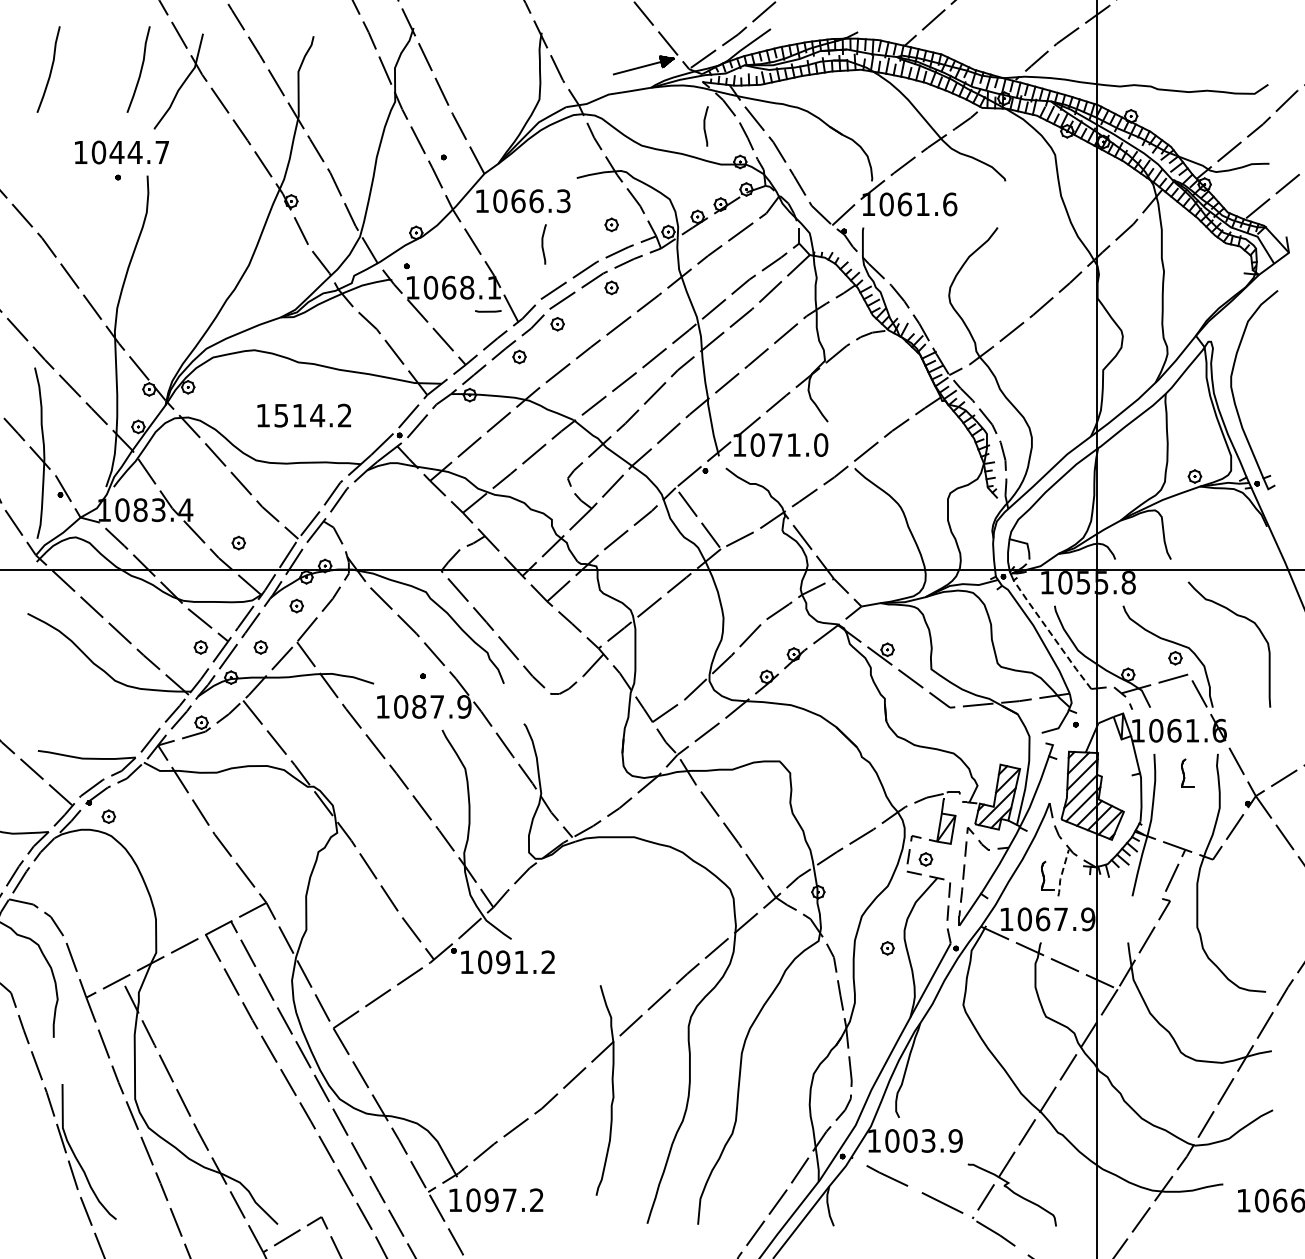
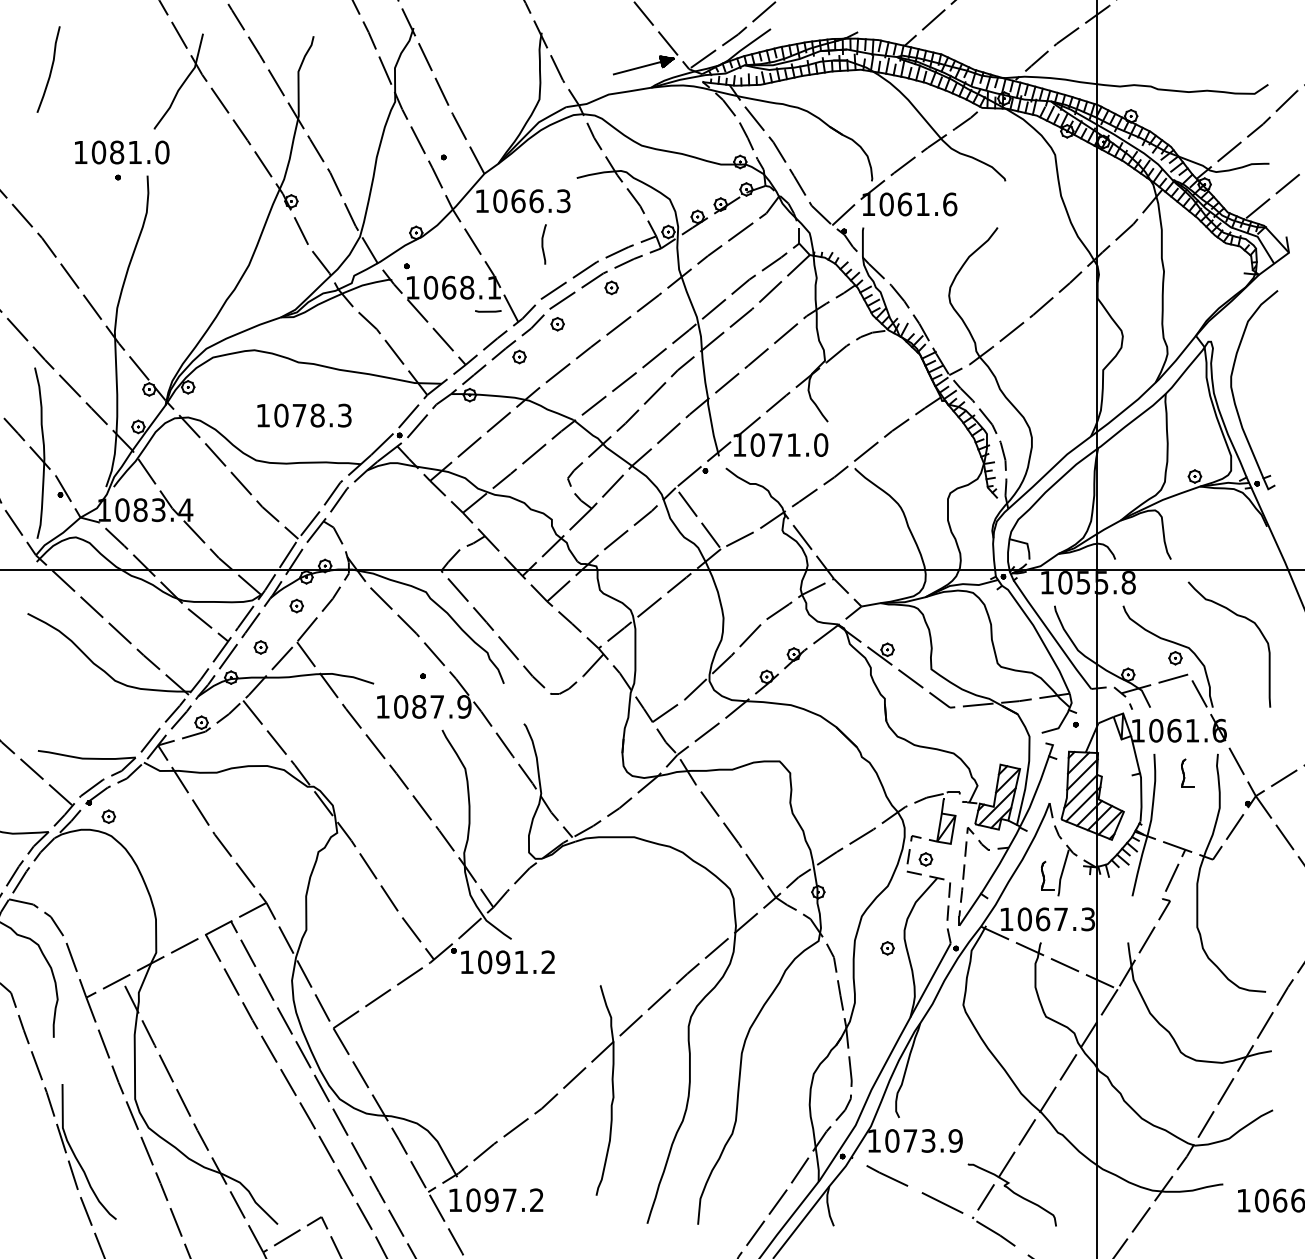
curve at (140, 69): present -> none
curve at (705, 126): present -> none
text at (139, 152): 1044.7 -> 1081.0
part at (611, 224): present -> none
text at (312, 415): 1514.2 -> 1078.3
part at (238, 542): present -> none
line at (1052, 635): dashed -> solid
part at (200, 647): present -> none
line at (1061, 874): dashed -> solid
text at (1088, 919): 1067.9 -> 1067.3
text at (910, 1140): 1003.9 -> 1073.9
